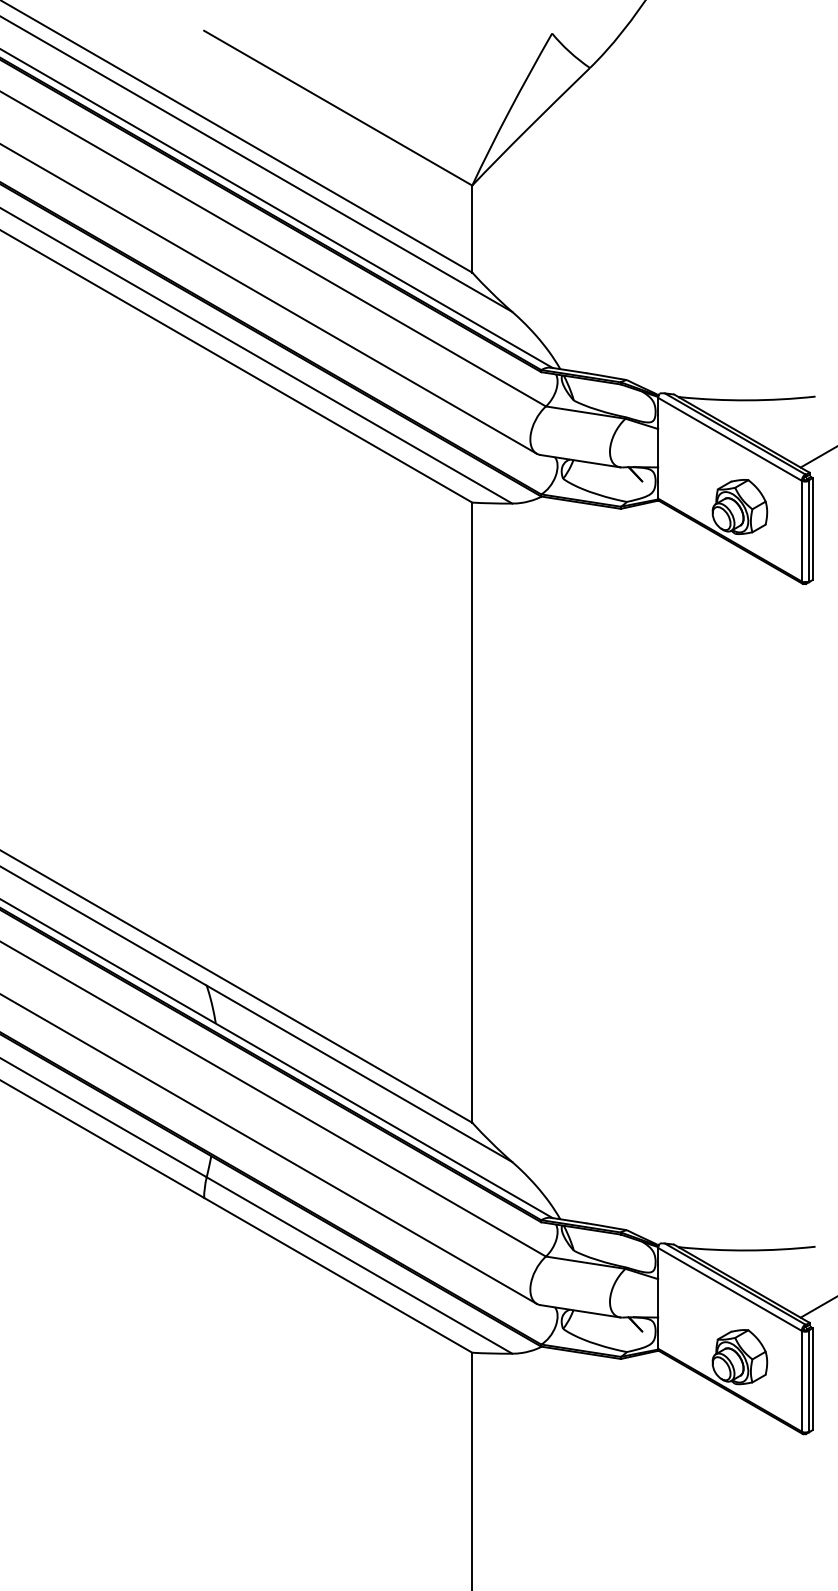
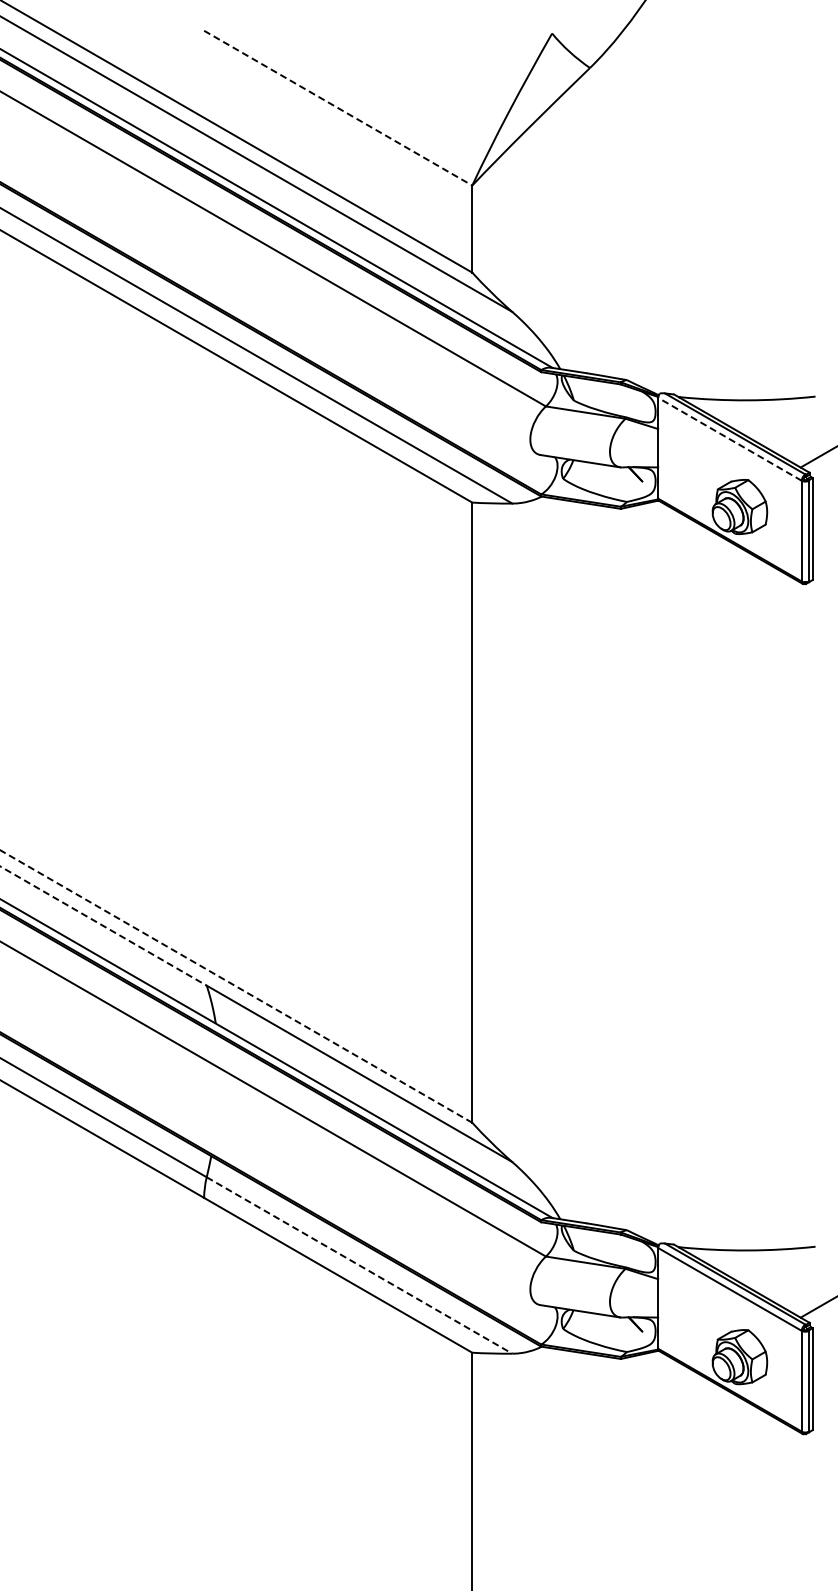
line at (338, 108): solid -> dashed
line at (269, 299): present -> none
line at (729, 439): solid -> dashed
line at (103, 926): solid -> dashed
line at (236, 986): solid -> dashed
line at (269, 1149): present -> none
line at (359, 1265): solid -> dashed
